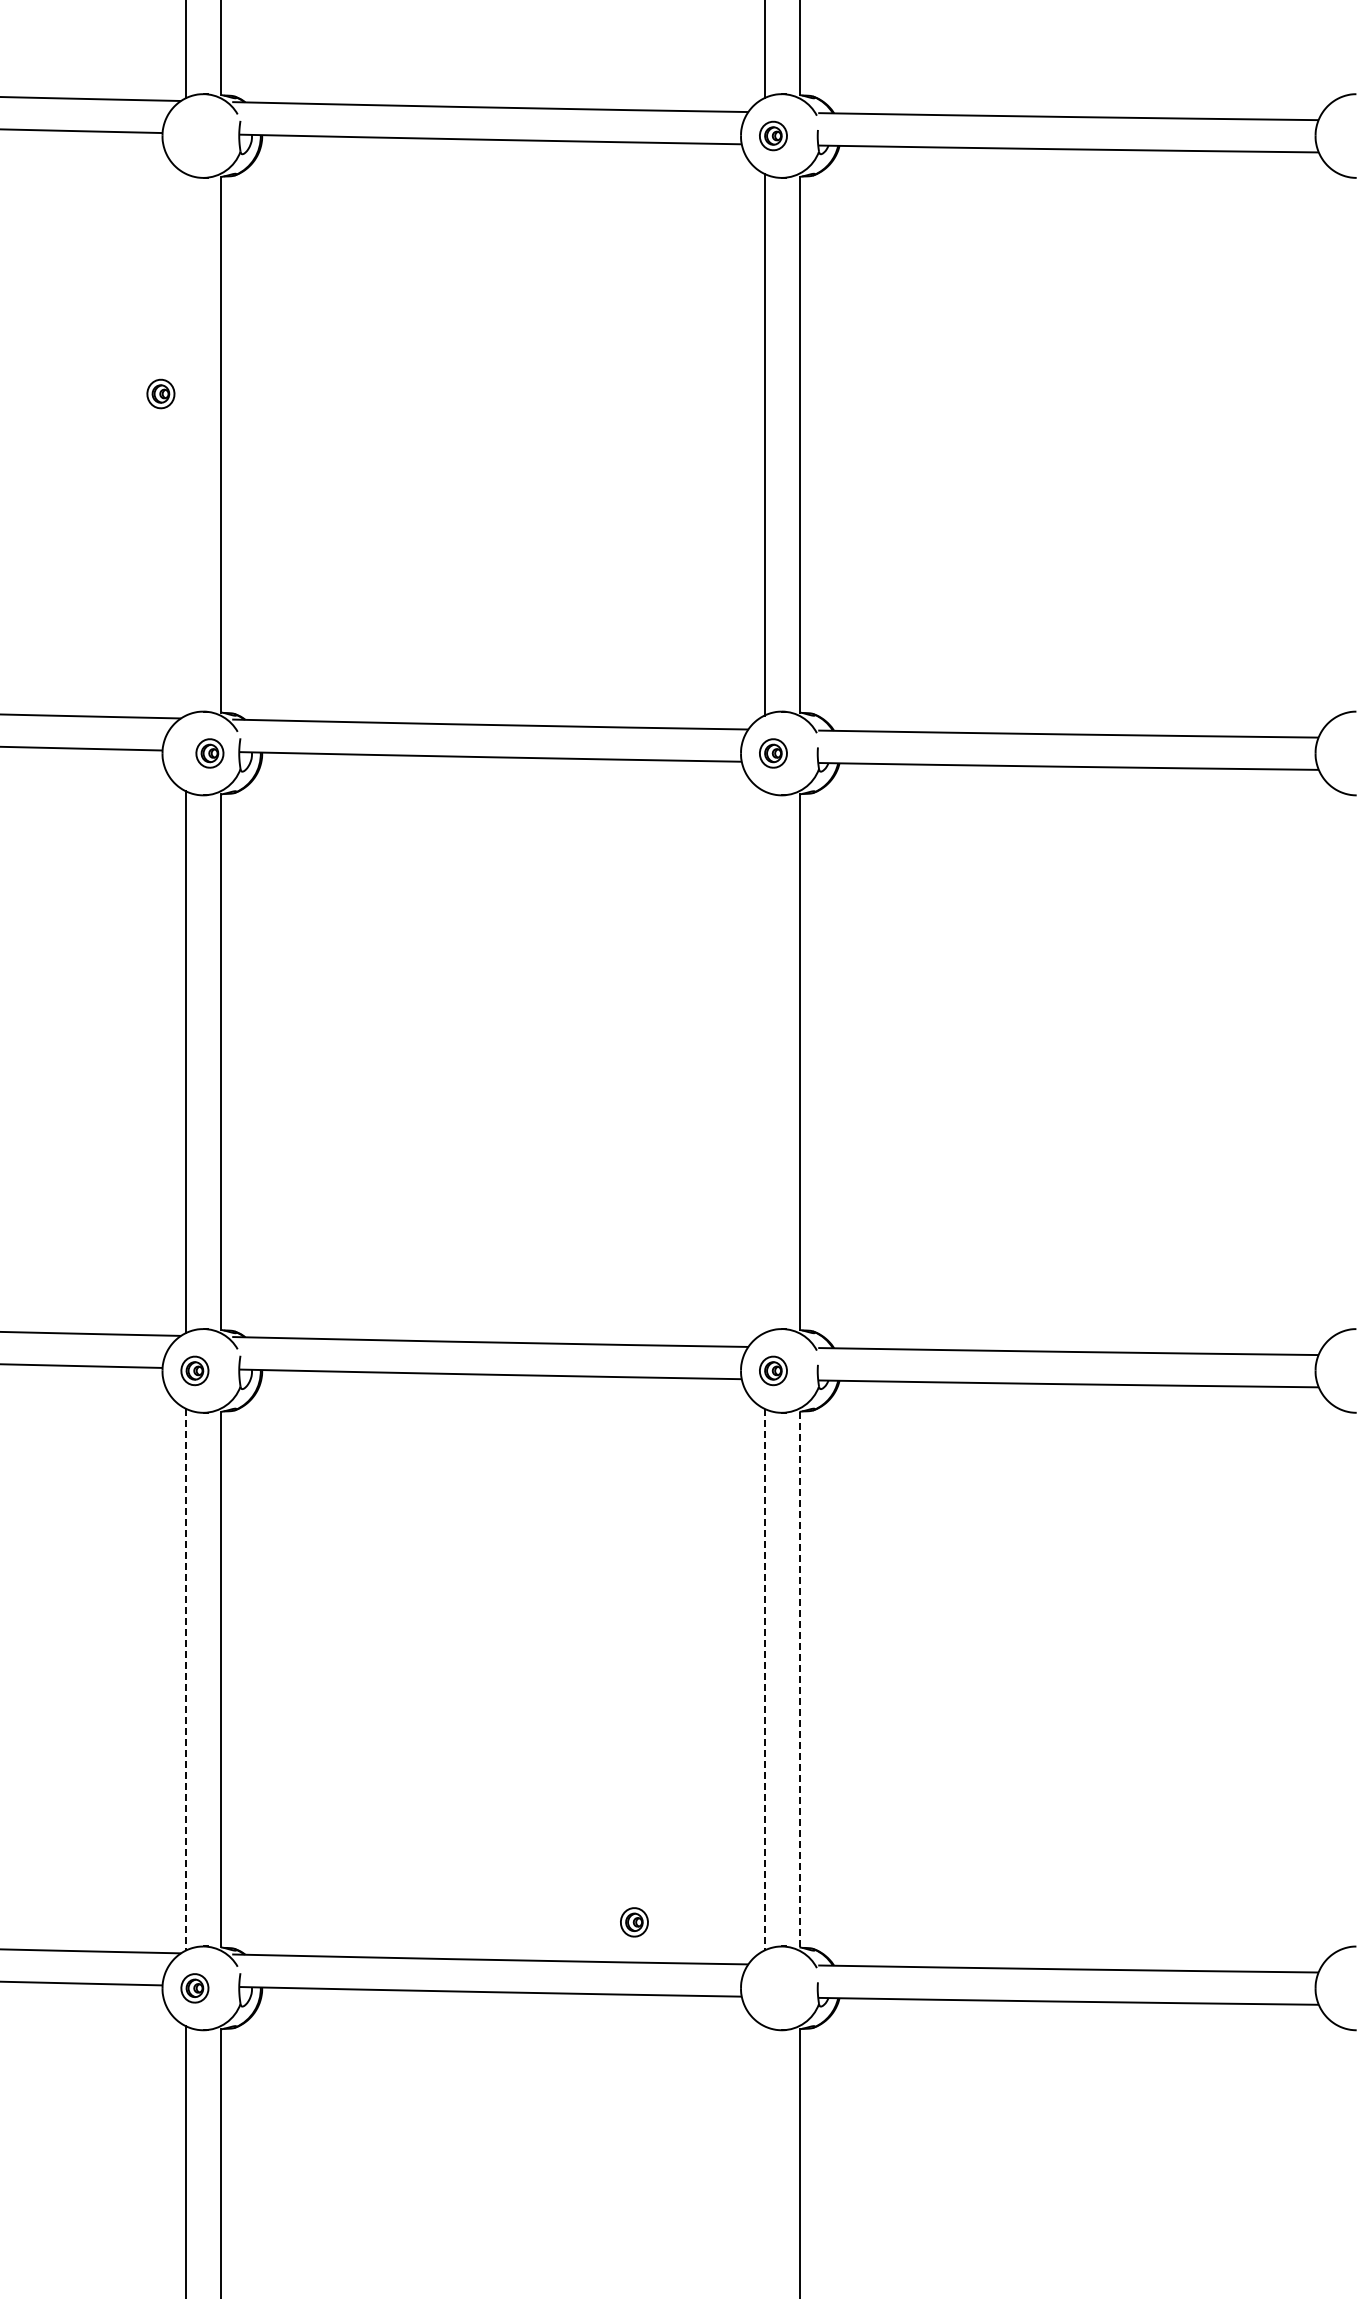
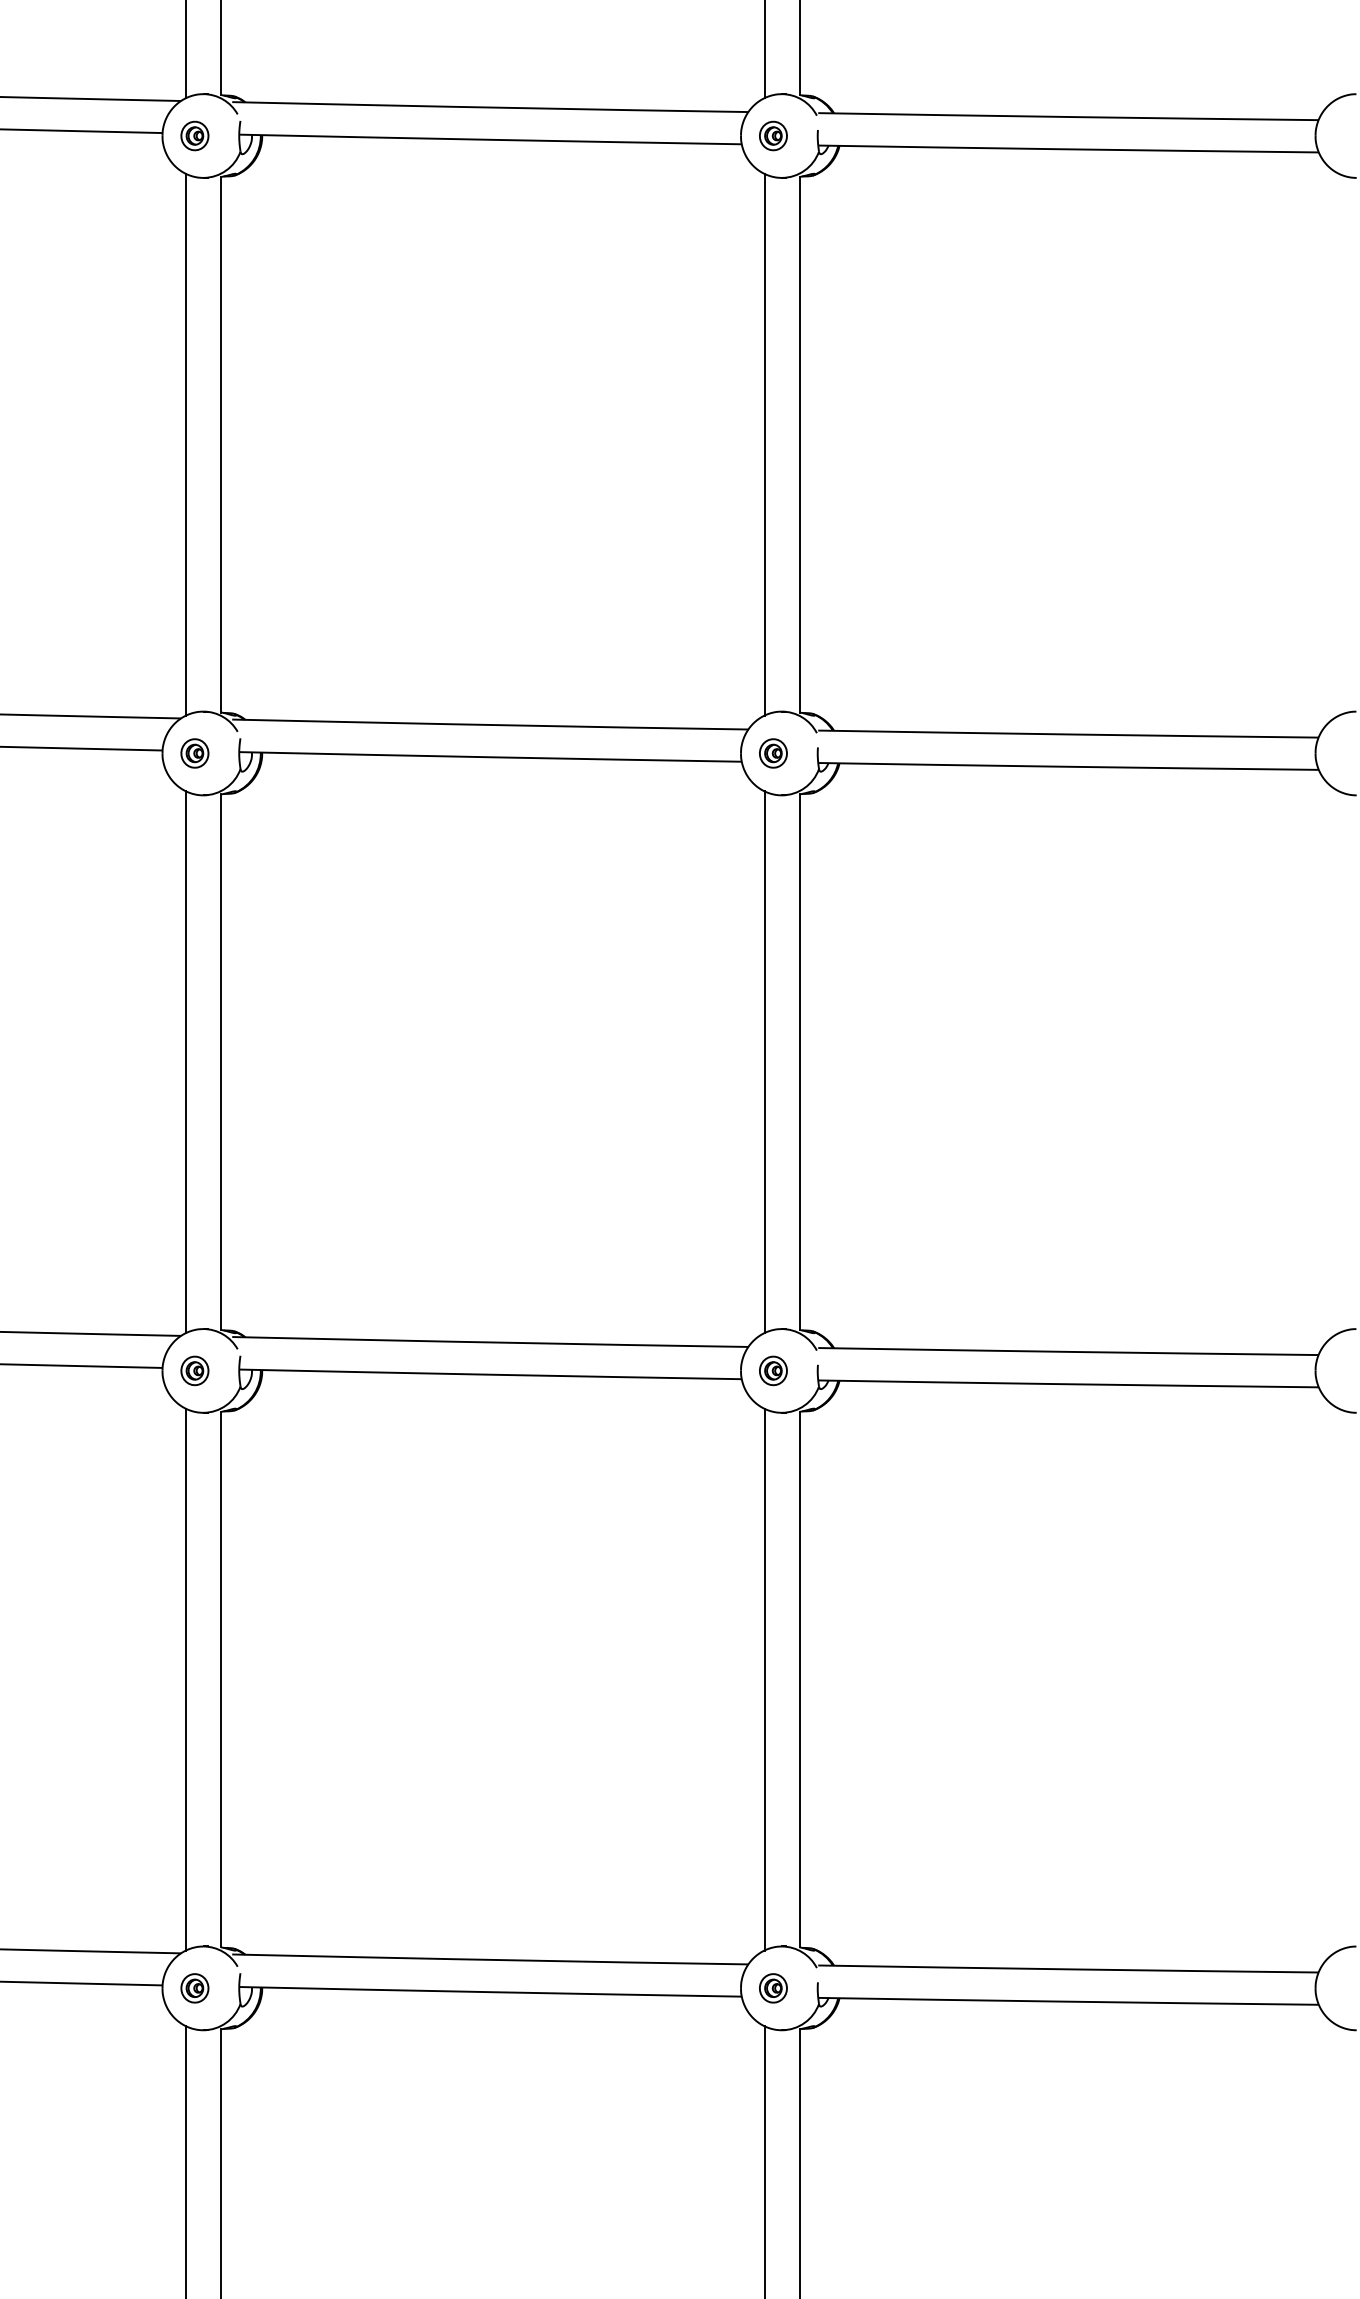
part at (160, 393) position: (160, 393) -> (194, 135)
line at (186, 444): none -> present
part at (209, 753) position: (209, 753) -> (194, 753)
line at (764, 1062): none -> present
line at (186, 1679): dashed -> solid
line at (764, 1679): dashed -> solid
line at (799, 1679): dashed -> solid
part at (634, 1922) position: (634, 1922) -> (773, 1988)
line at (764, 2160): none -> present
